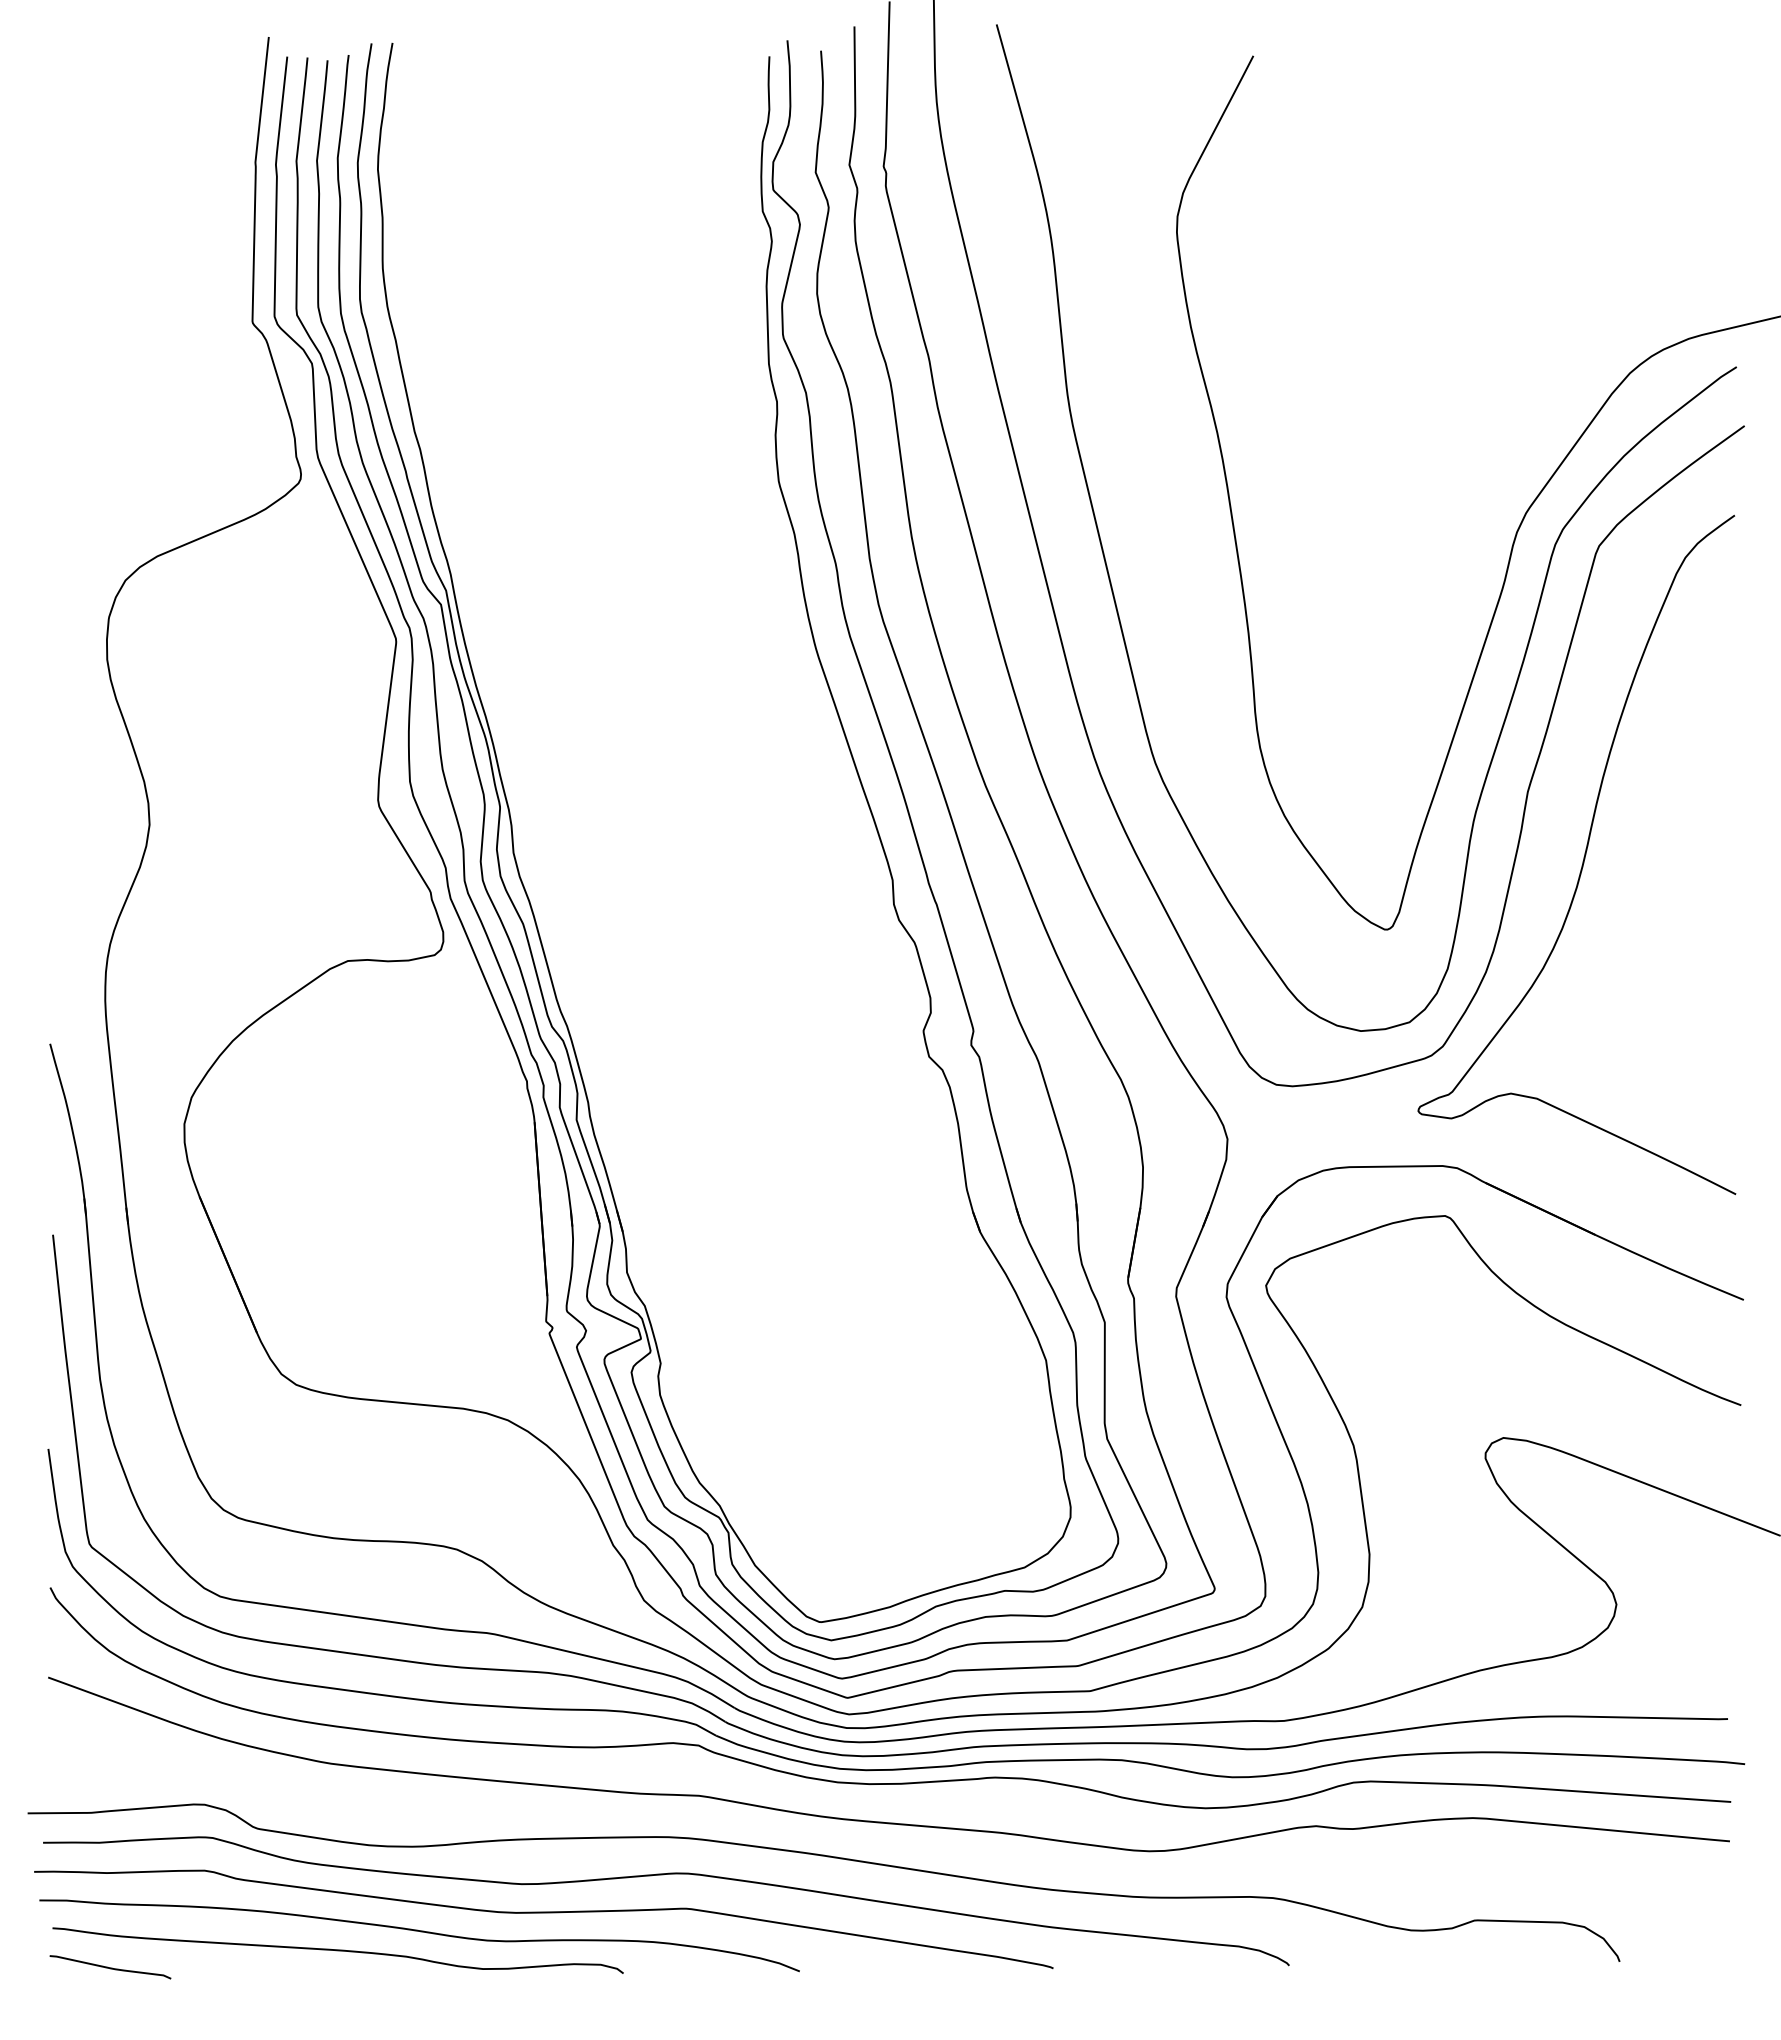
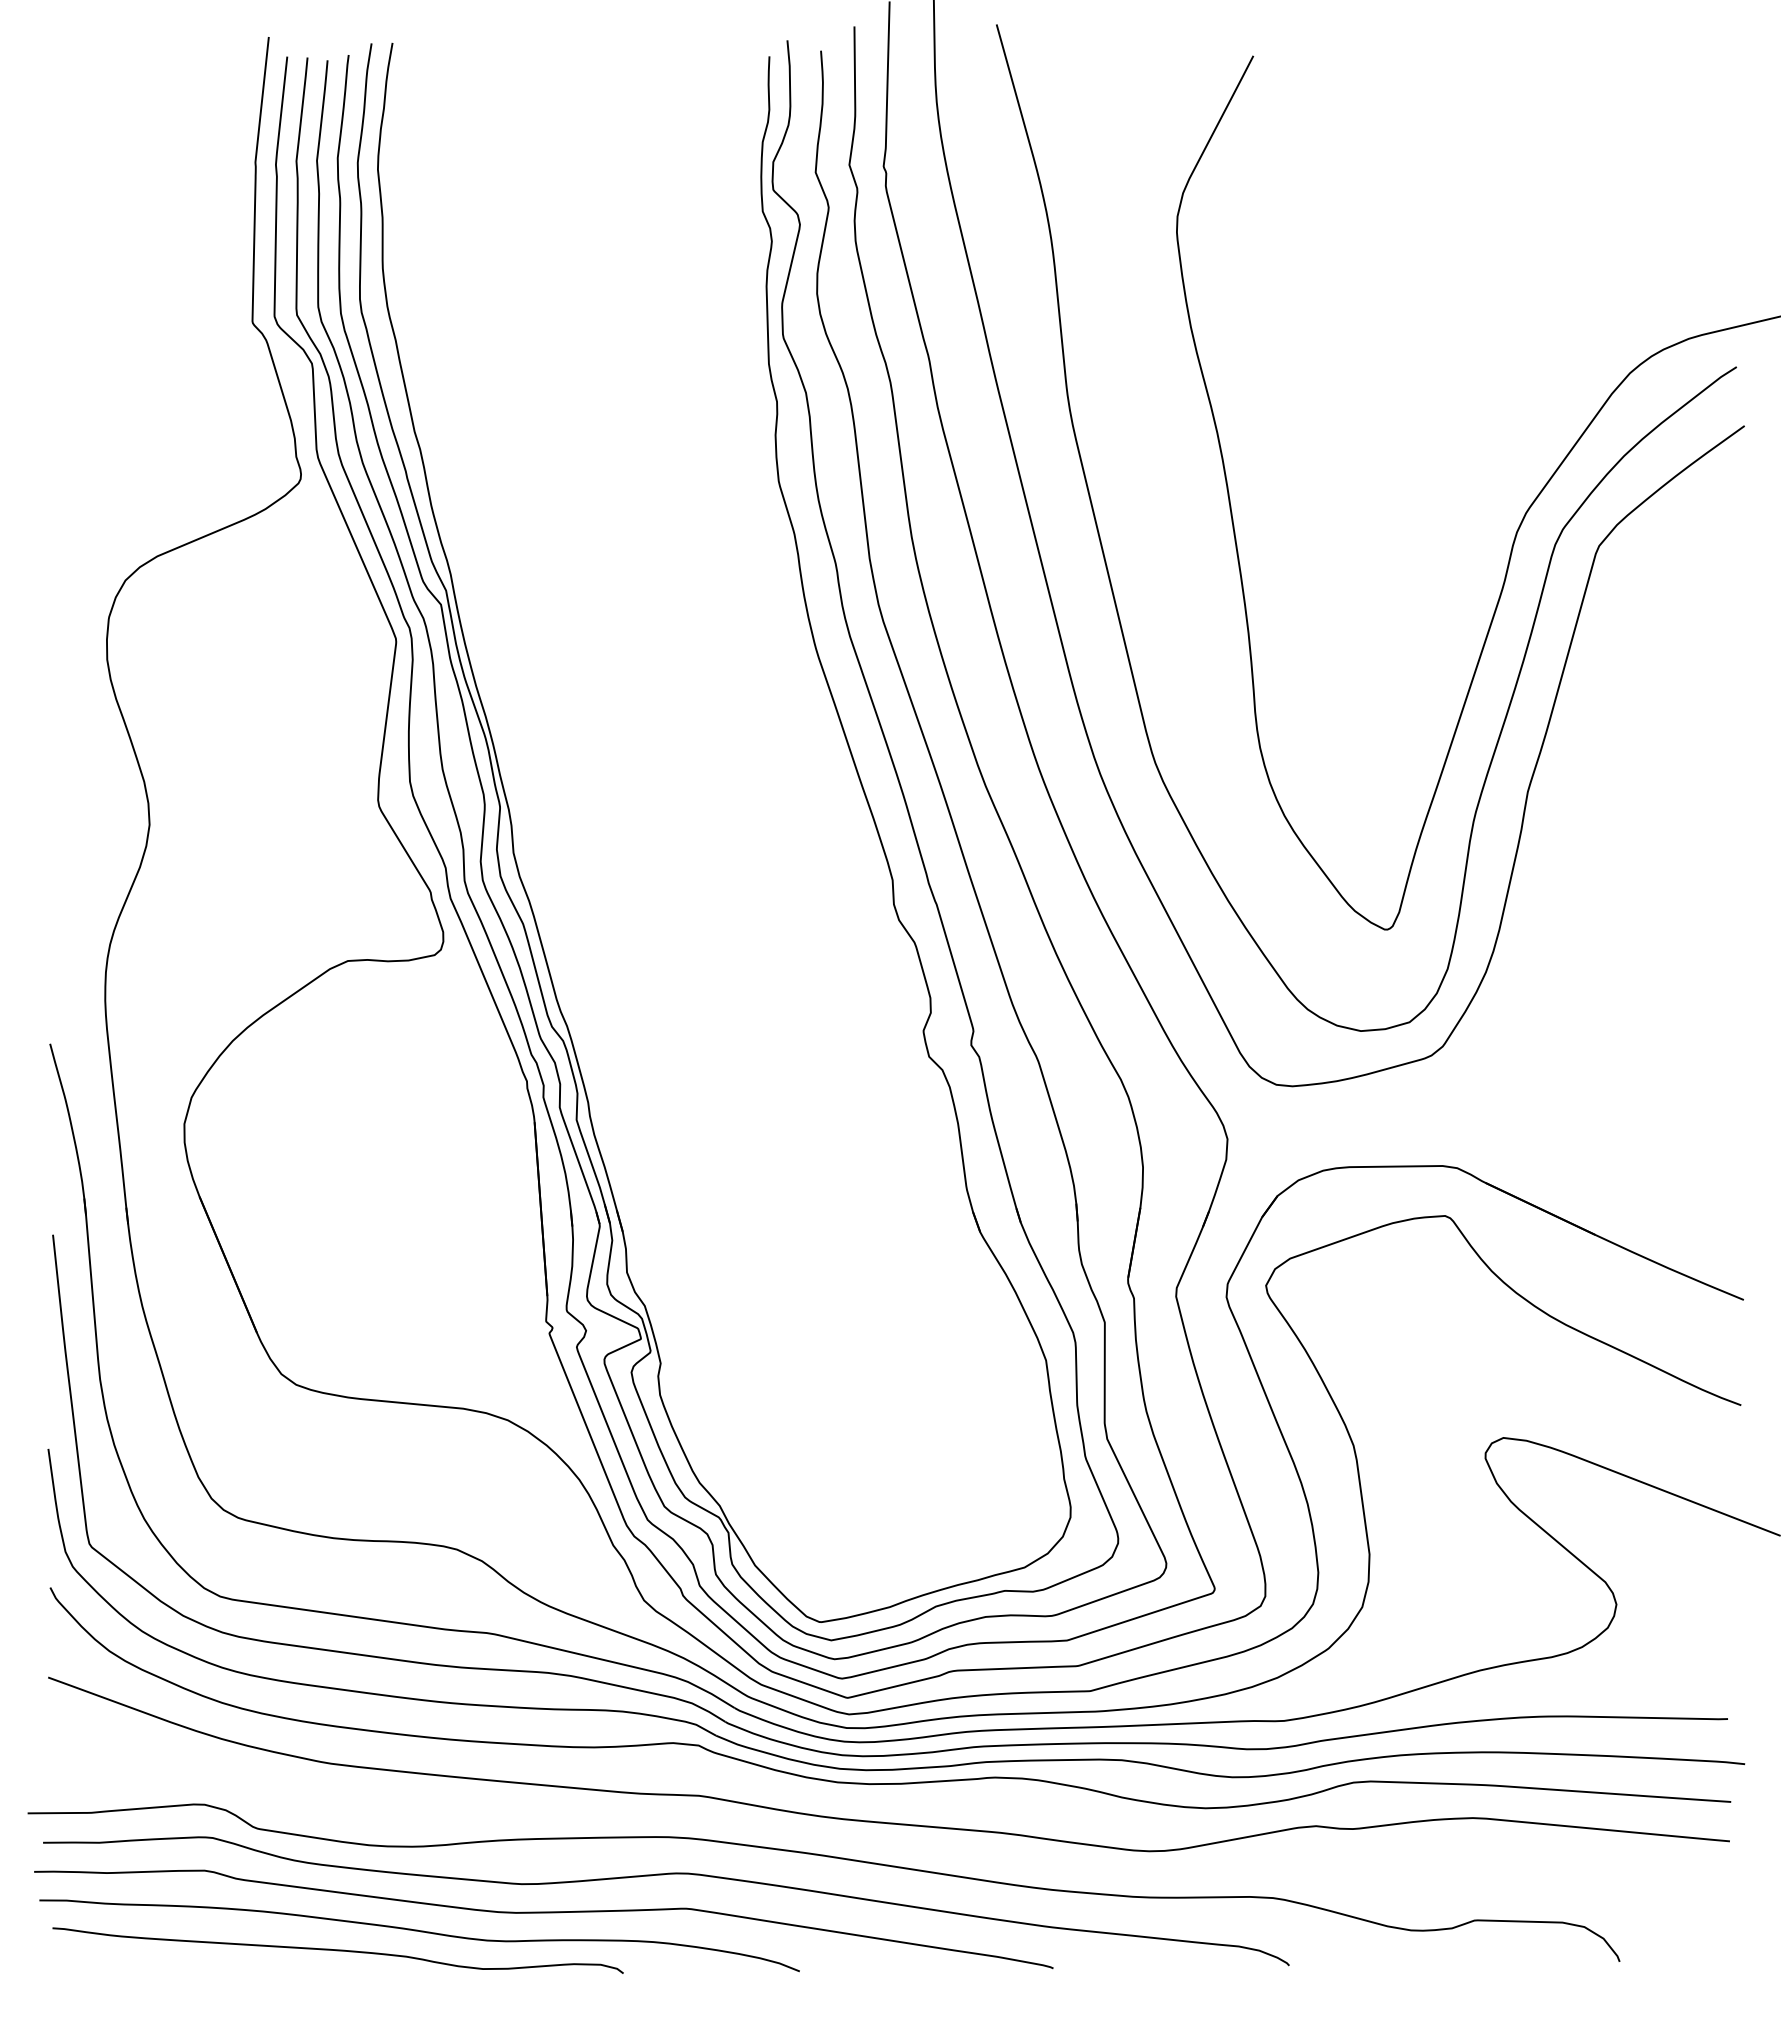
curve at (1583, 857): present -> none
curve at (110, 1967): present -> none
